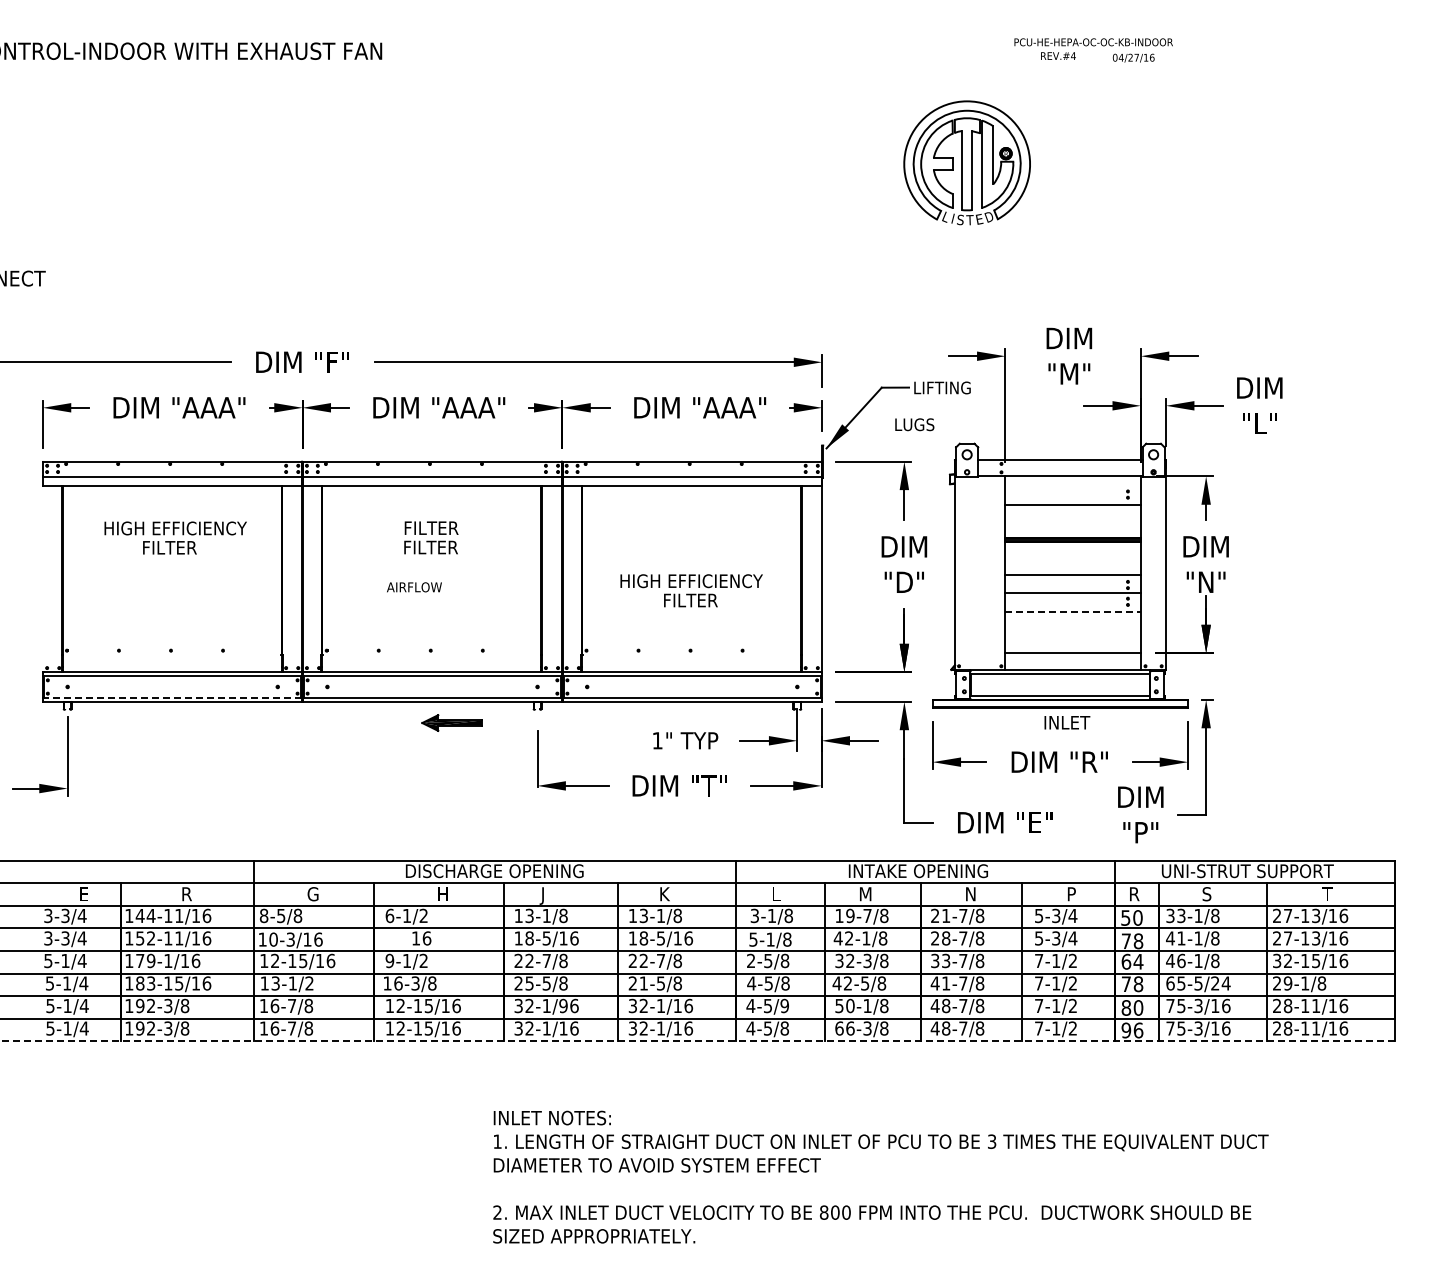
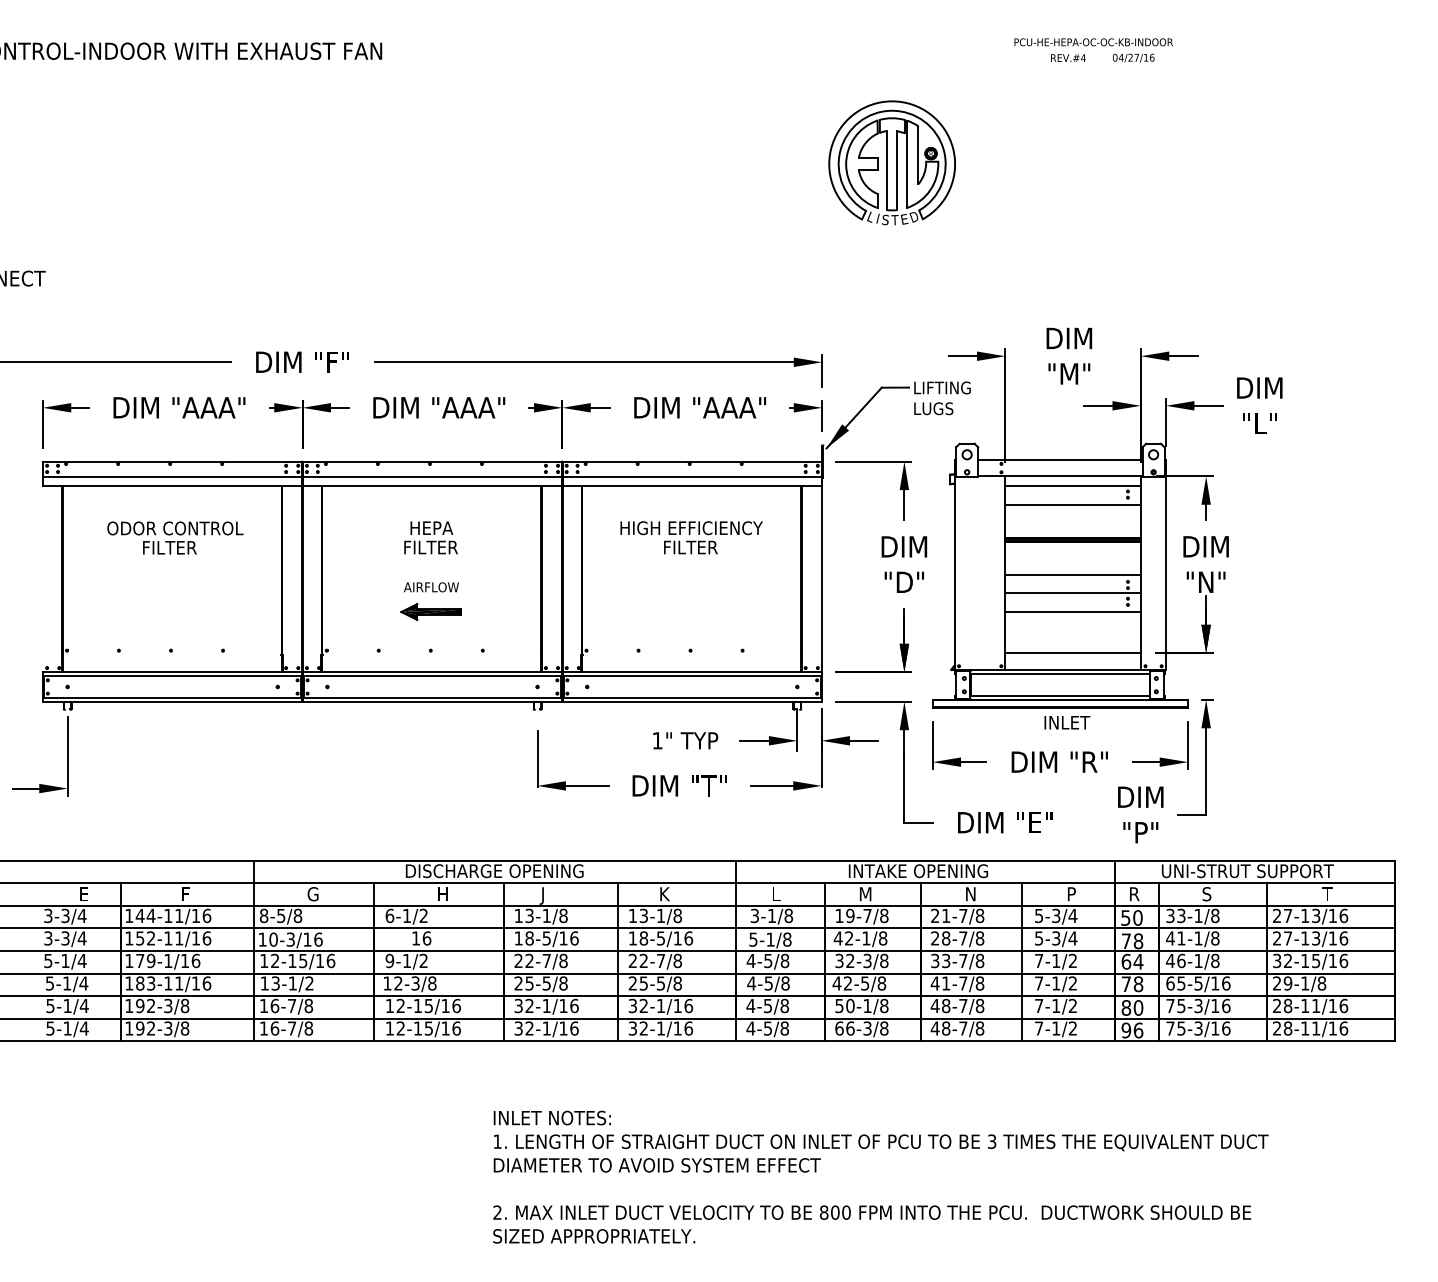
text at (1058, 55) position: (1058, 55) -> (1068, 57)
part at (966, 162) position: (966, 162) -> (891, 162)
text at (914, 424) position: (914, 424) -> (933, 408)
line at (1072, 486): none -> present
text at (431, 527): FILTER -> HEPA
text at (175, 528): HIGH EFFICIENCY -> ODOR CONTROL
text at (414, 587) position: (414, 587) -> (431, 587)
text at (691, 590) position: (691, 590) -> (691, 537)
line at (1073, 612): dashed -> solid
line at (172, 697): dashed -> solid
part at (451, 722) position: (451, 722) -> (430, 611)
text at (186, 894): R -> F
text at (750, 960): 2-5/8 -> 4-5/8
text at (179, 983): 183-15/16 -> 183-11/16
text at (398, 983): 16-3/8 -> 12-3/8
text at (643, 983): 21-5/8 -> 25-5/8
text at (1220, 983): 65-5/24 -> 65-5/16
text at (563, 1005): 32-1/96 -> 32-1/16
text at (784, 1006): 4-5/9 -> 4-5/8
line at (697, 1041): dashed -> solid
